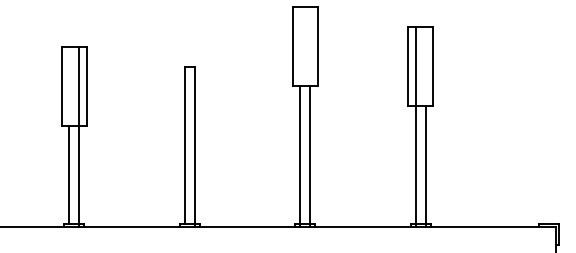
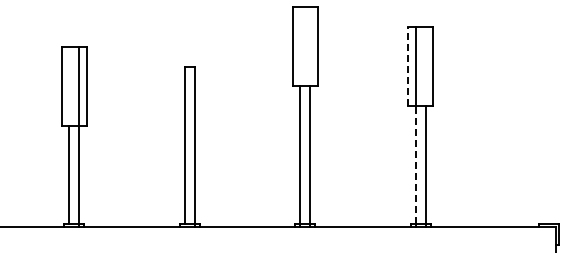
line at (408, 66): solid -> dashed
line at (415, 164): solid -> dashed
